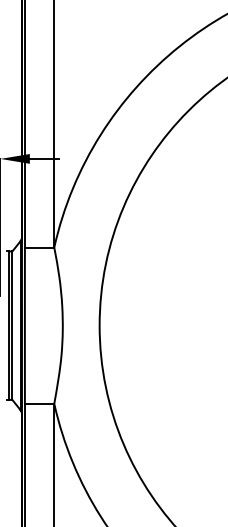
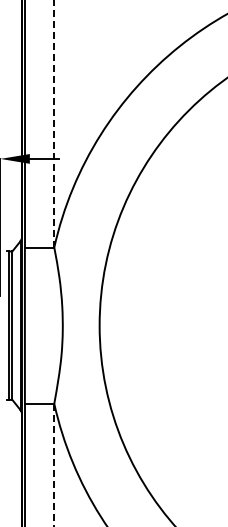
line at (54, 124): solid -> dashed
line at (54, 465): solid -> dashed
